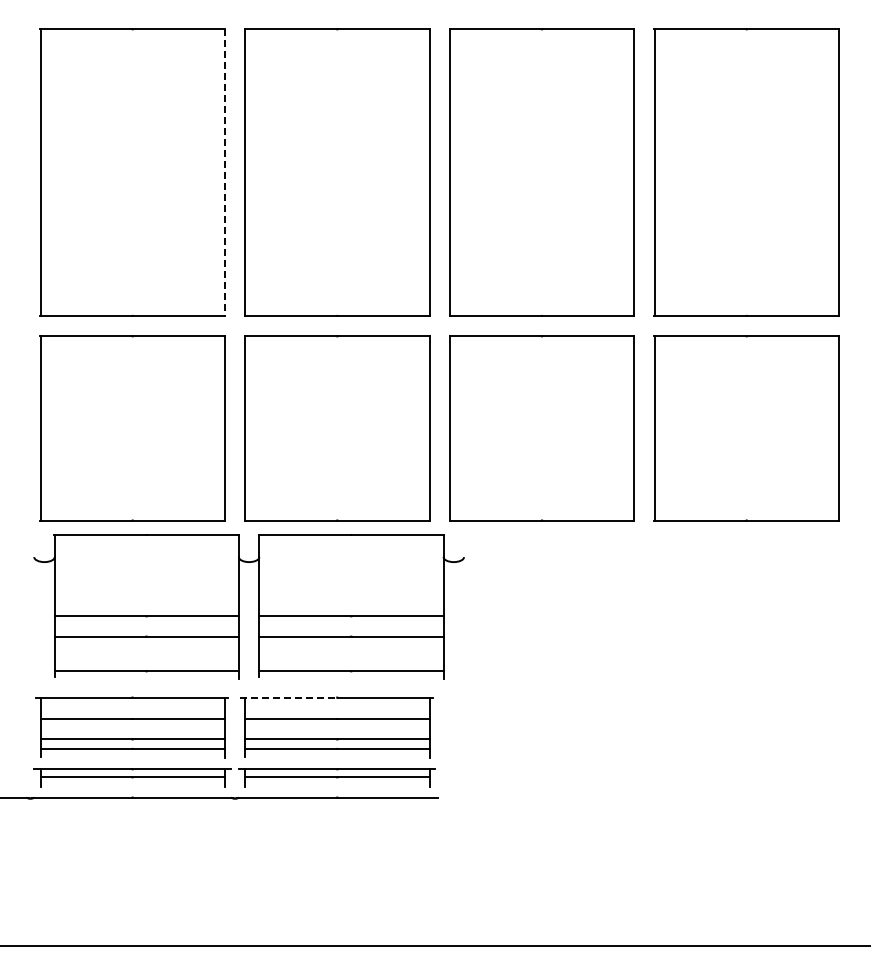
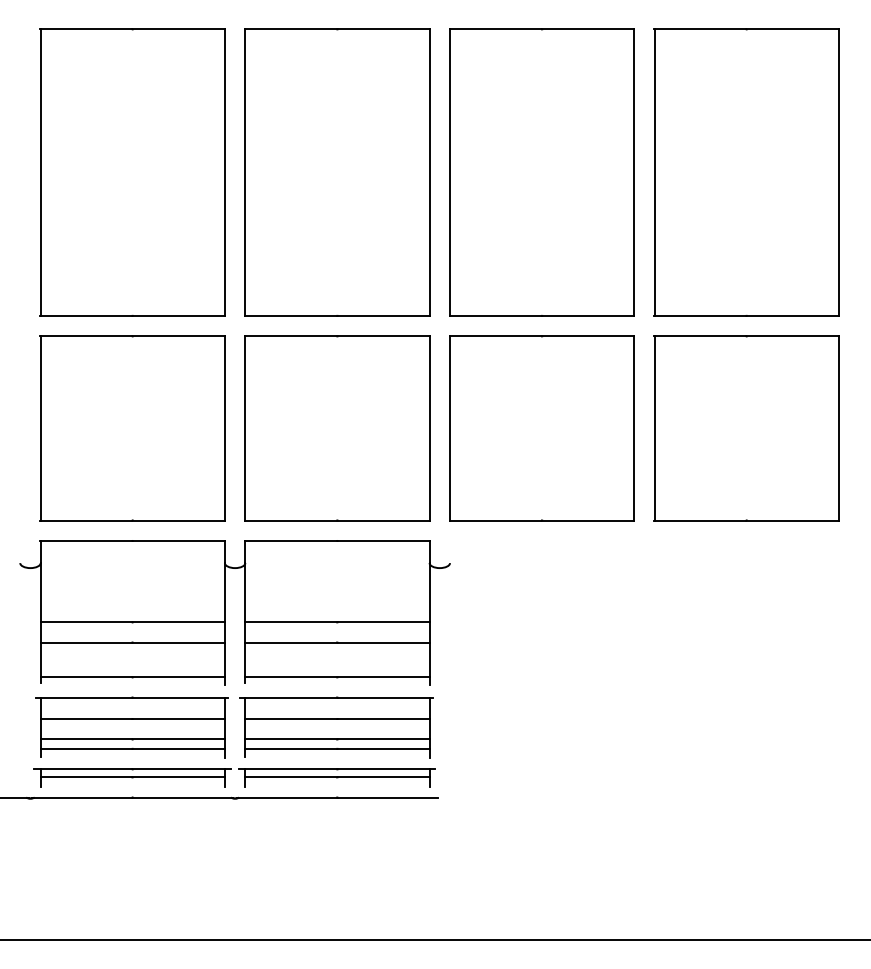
line at (224, 172): dashed -> solid
part at (239, 606) position: (239, 606) -> (225, 612)
line at (288, 697): dashed -> solid
line at (434, 945) position: (434, 945) -> (434, 939)
